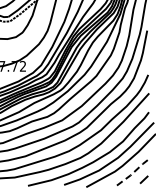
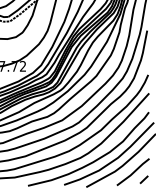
line at (134, 172): dashed -> solid
